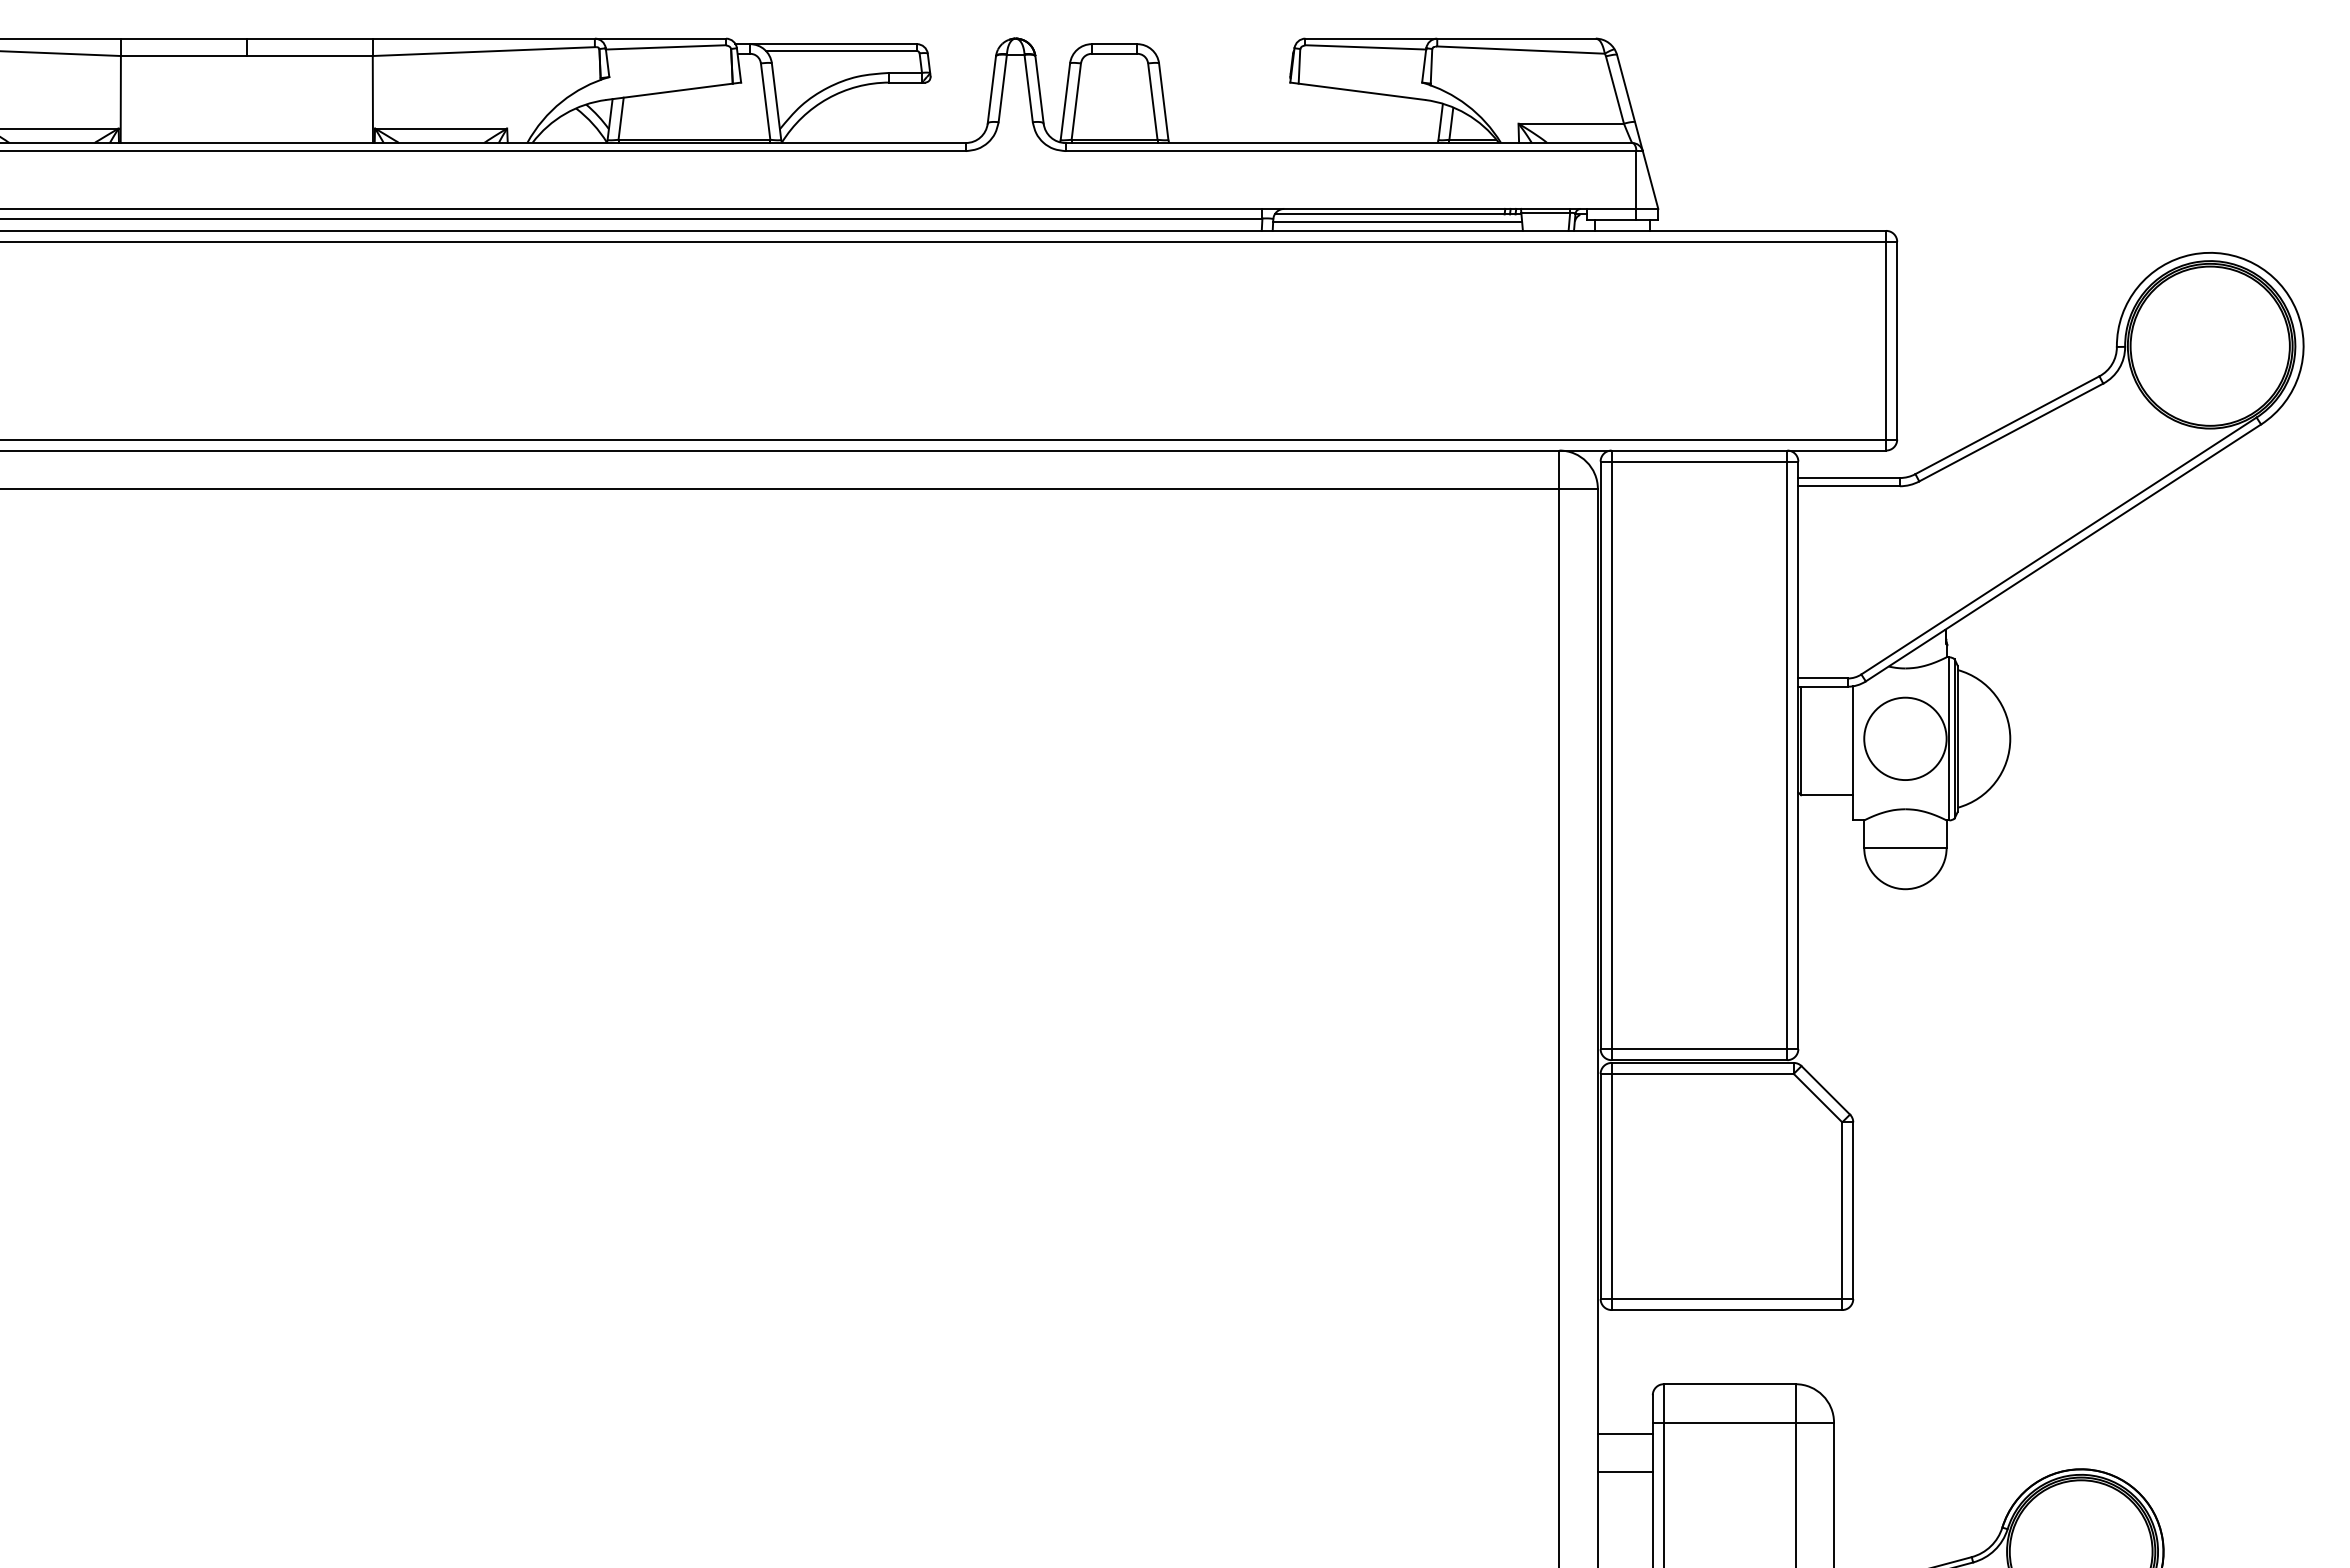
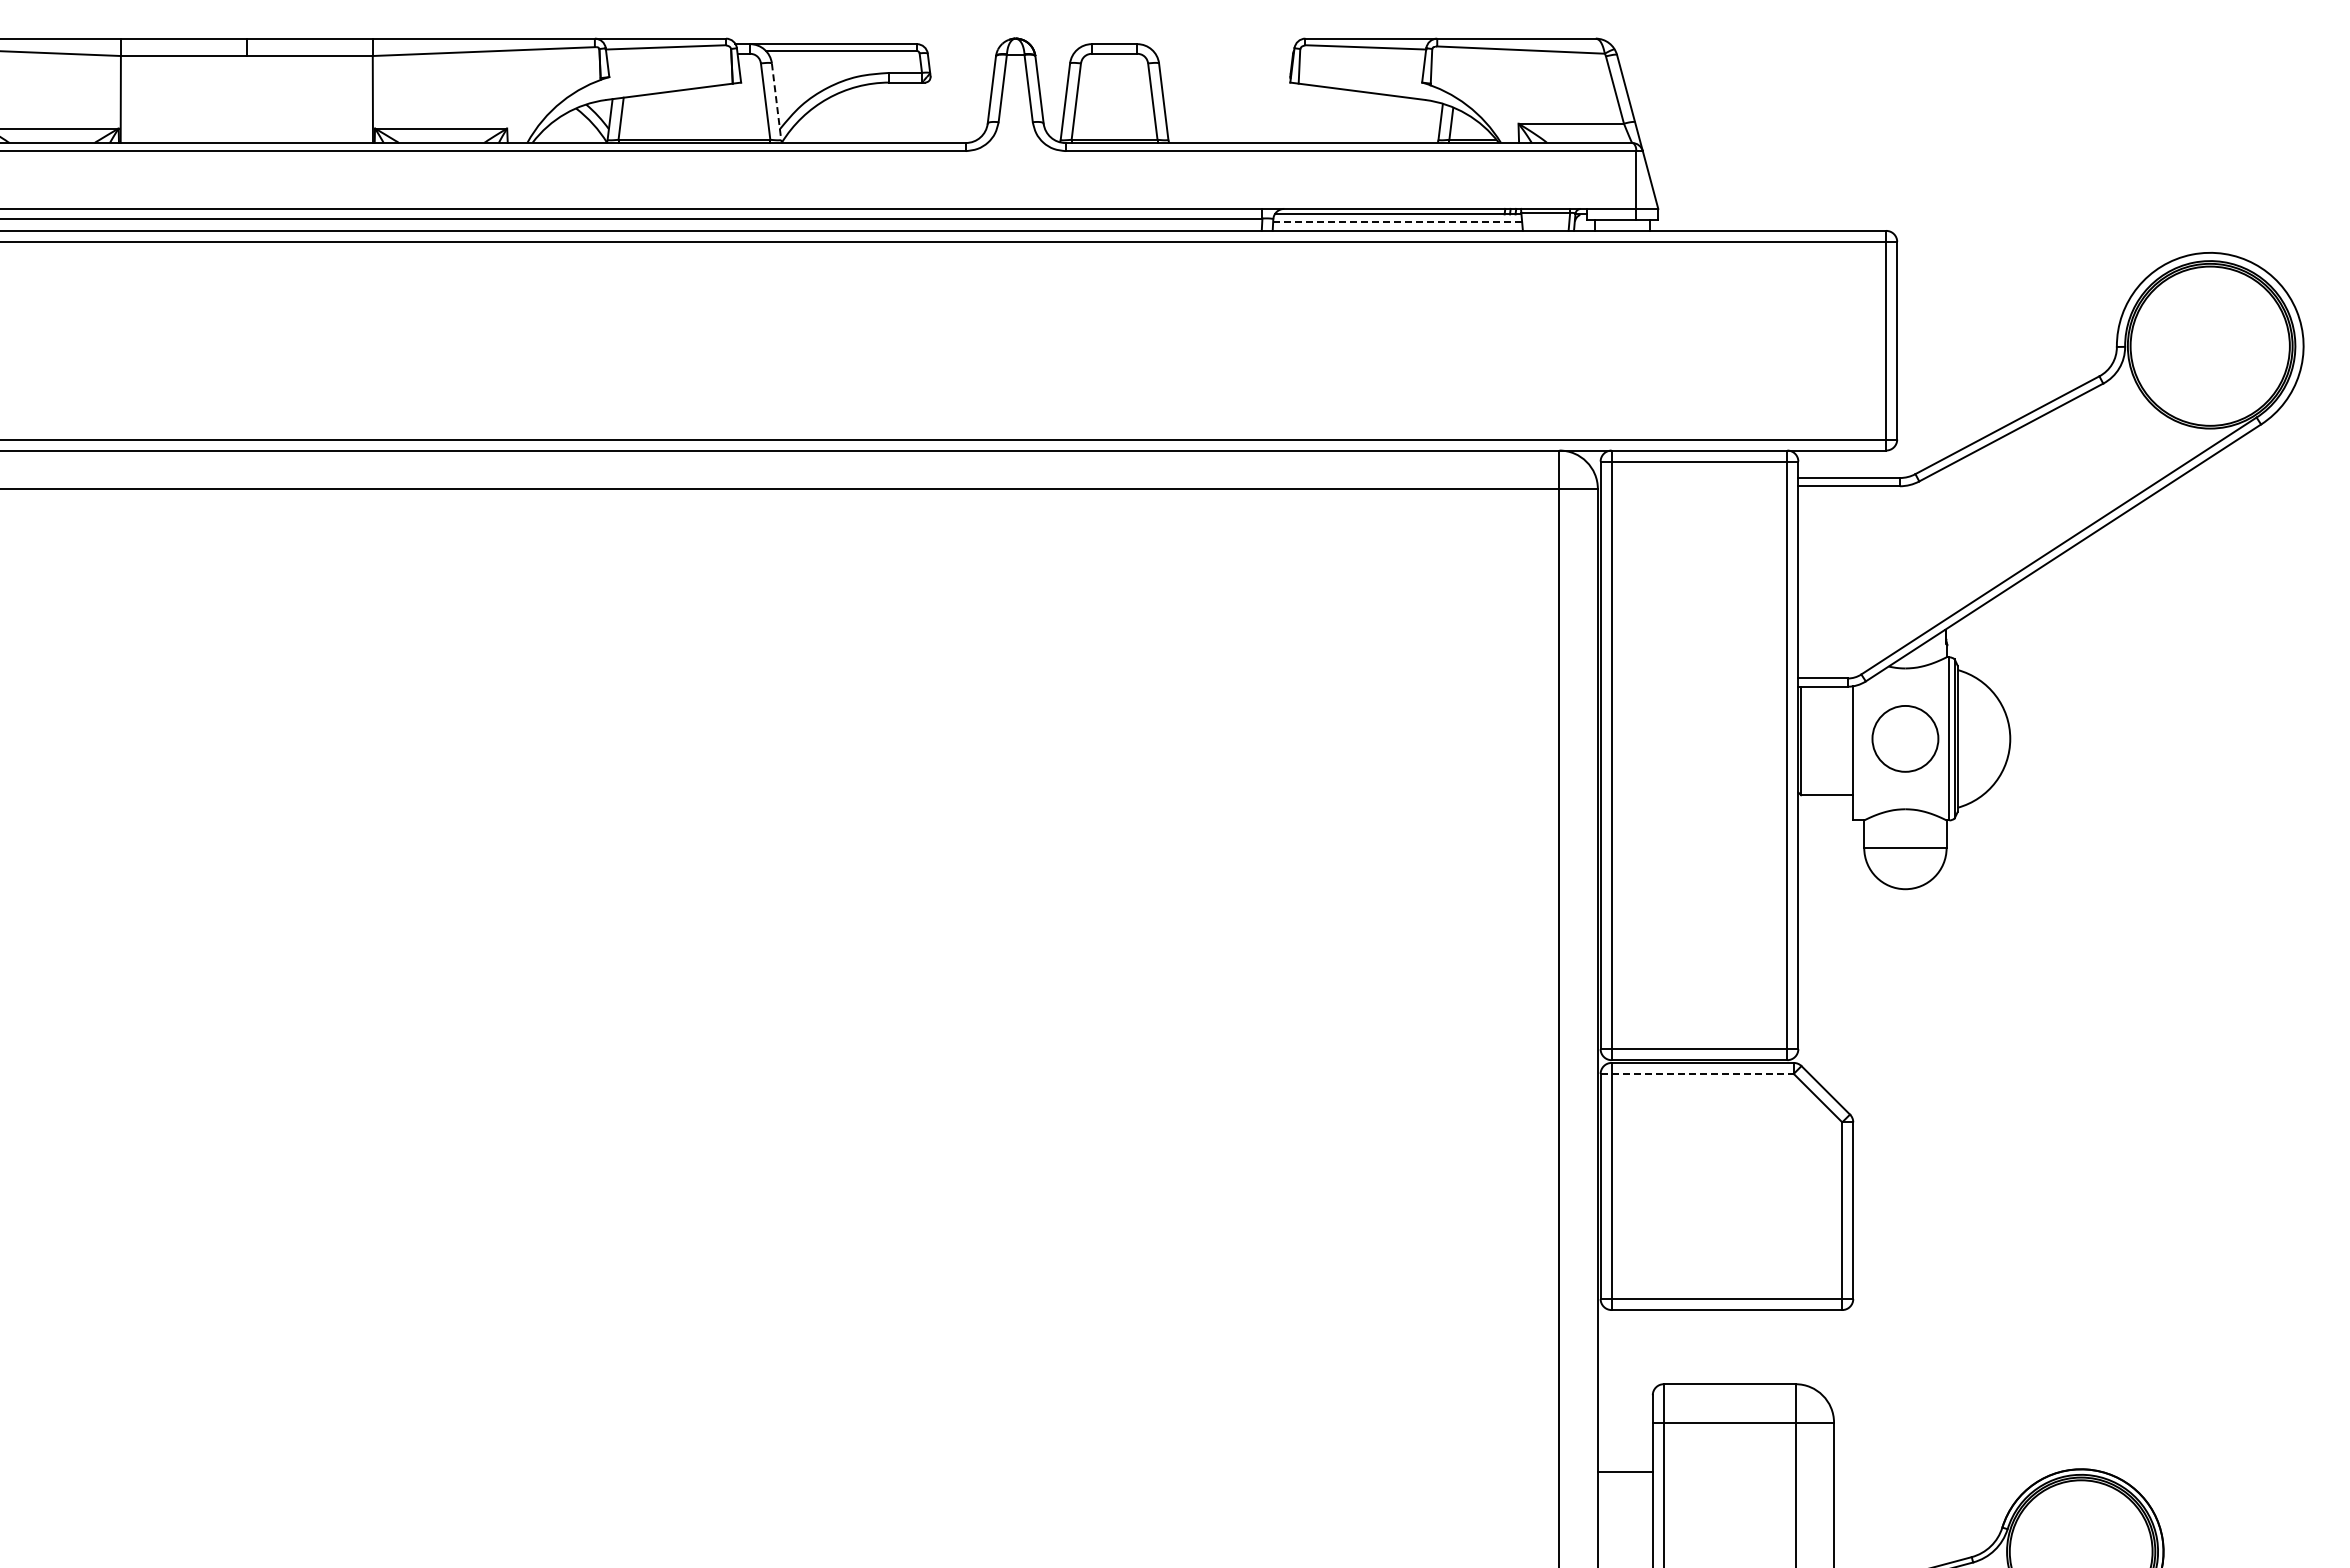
line at (776, 102): solid -> dashed
line at (1397, 221): solid -> dashed
circle at (1905, 738) diameter: 82 px -> 66 px
line at (1697, 1073): solid -> dashed
line at (1624, 1433): present -> none
